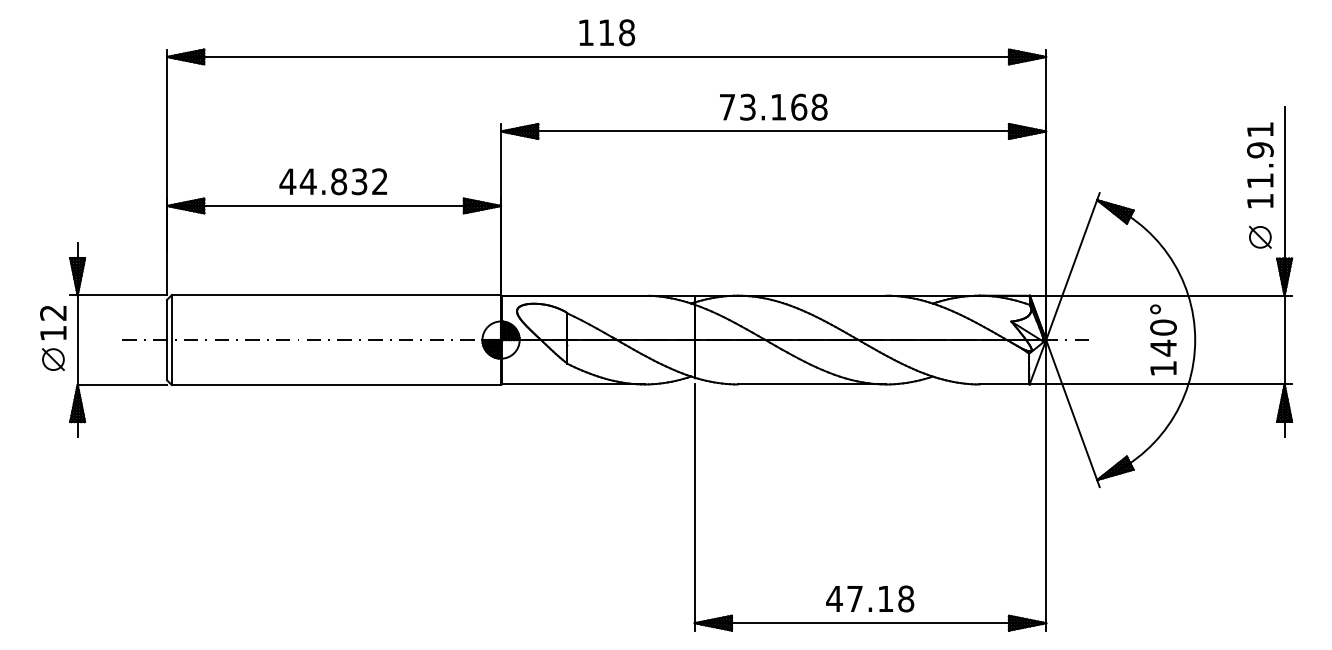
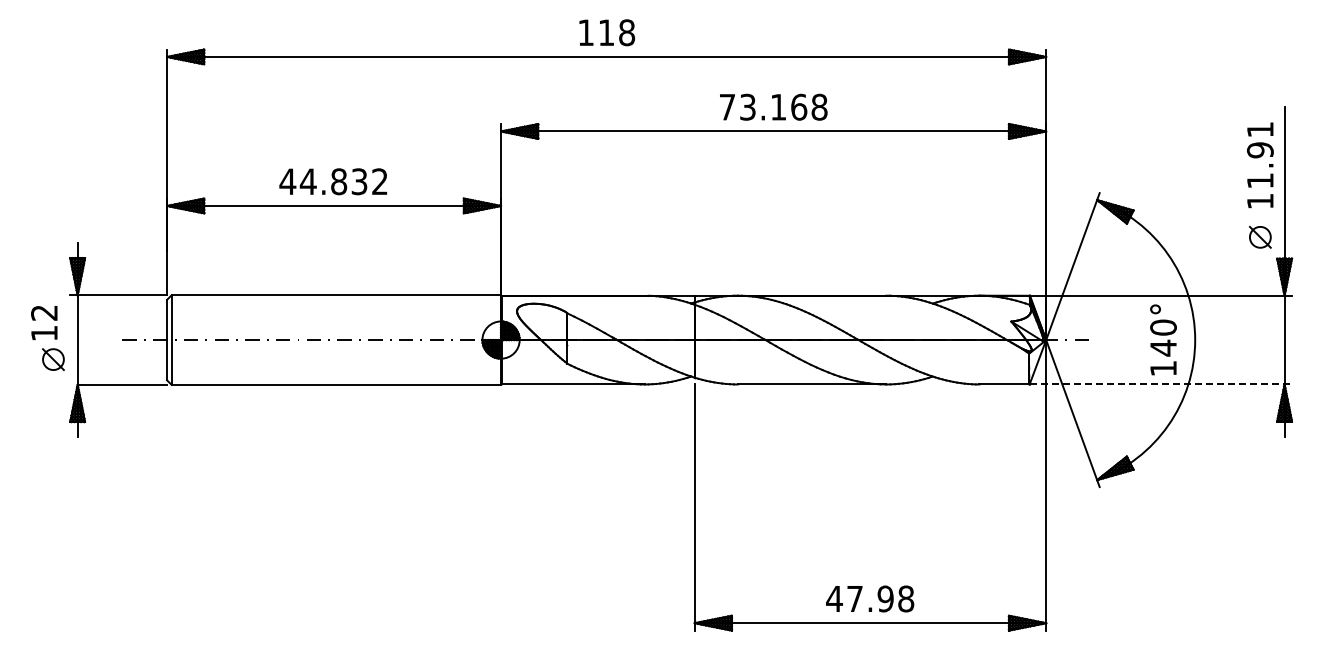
text at (53, 323) position: (53, 323) -> (44, 323)
line at (1161, 384): solid -> dashed
text at (885, 598): 47.18 -> 47.98
